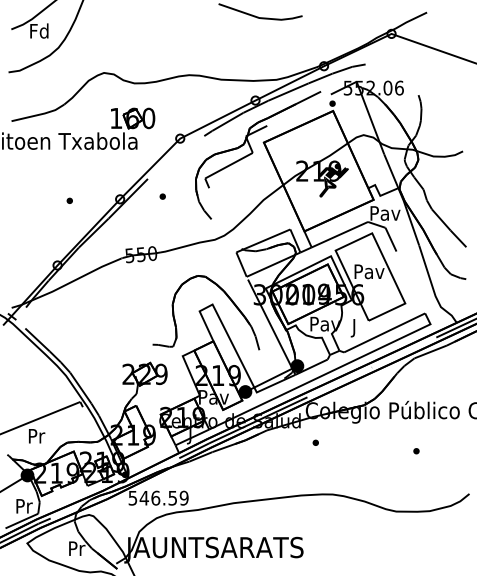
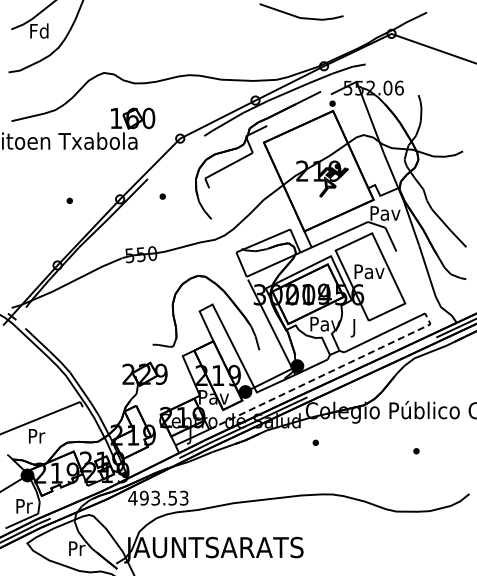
line at (258, 16) position: (258, 16) -> (299, 16)
line at (326, 373): solid -> dashed
text at (158, 497): 546.59 -> 493.53
